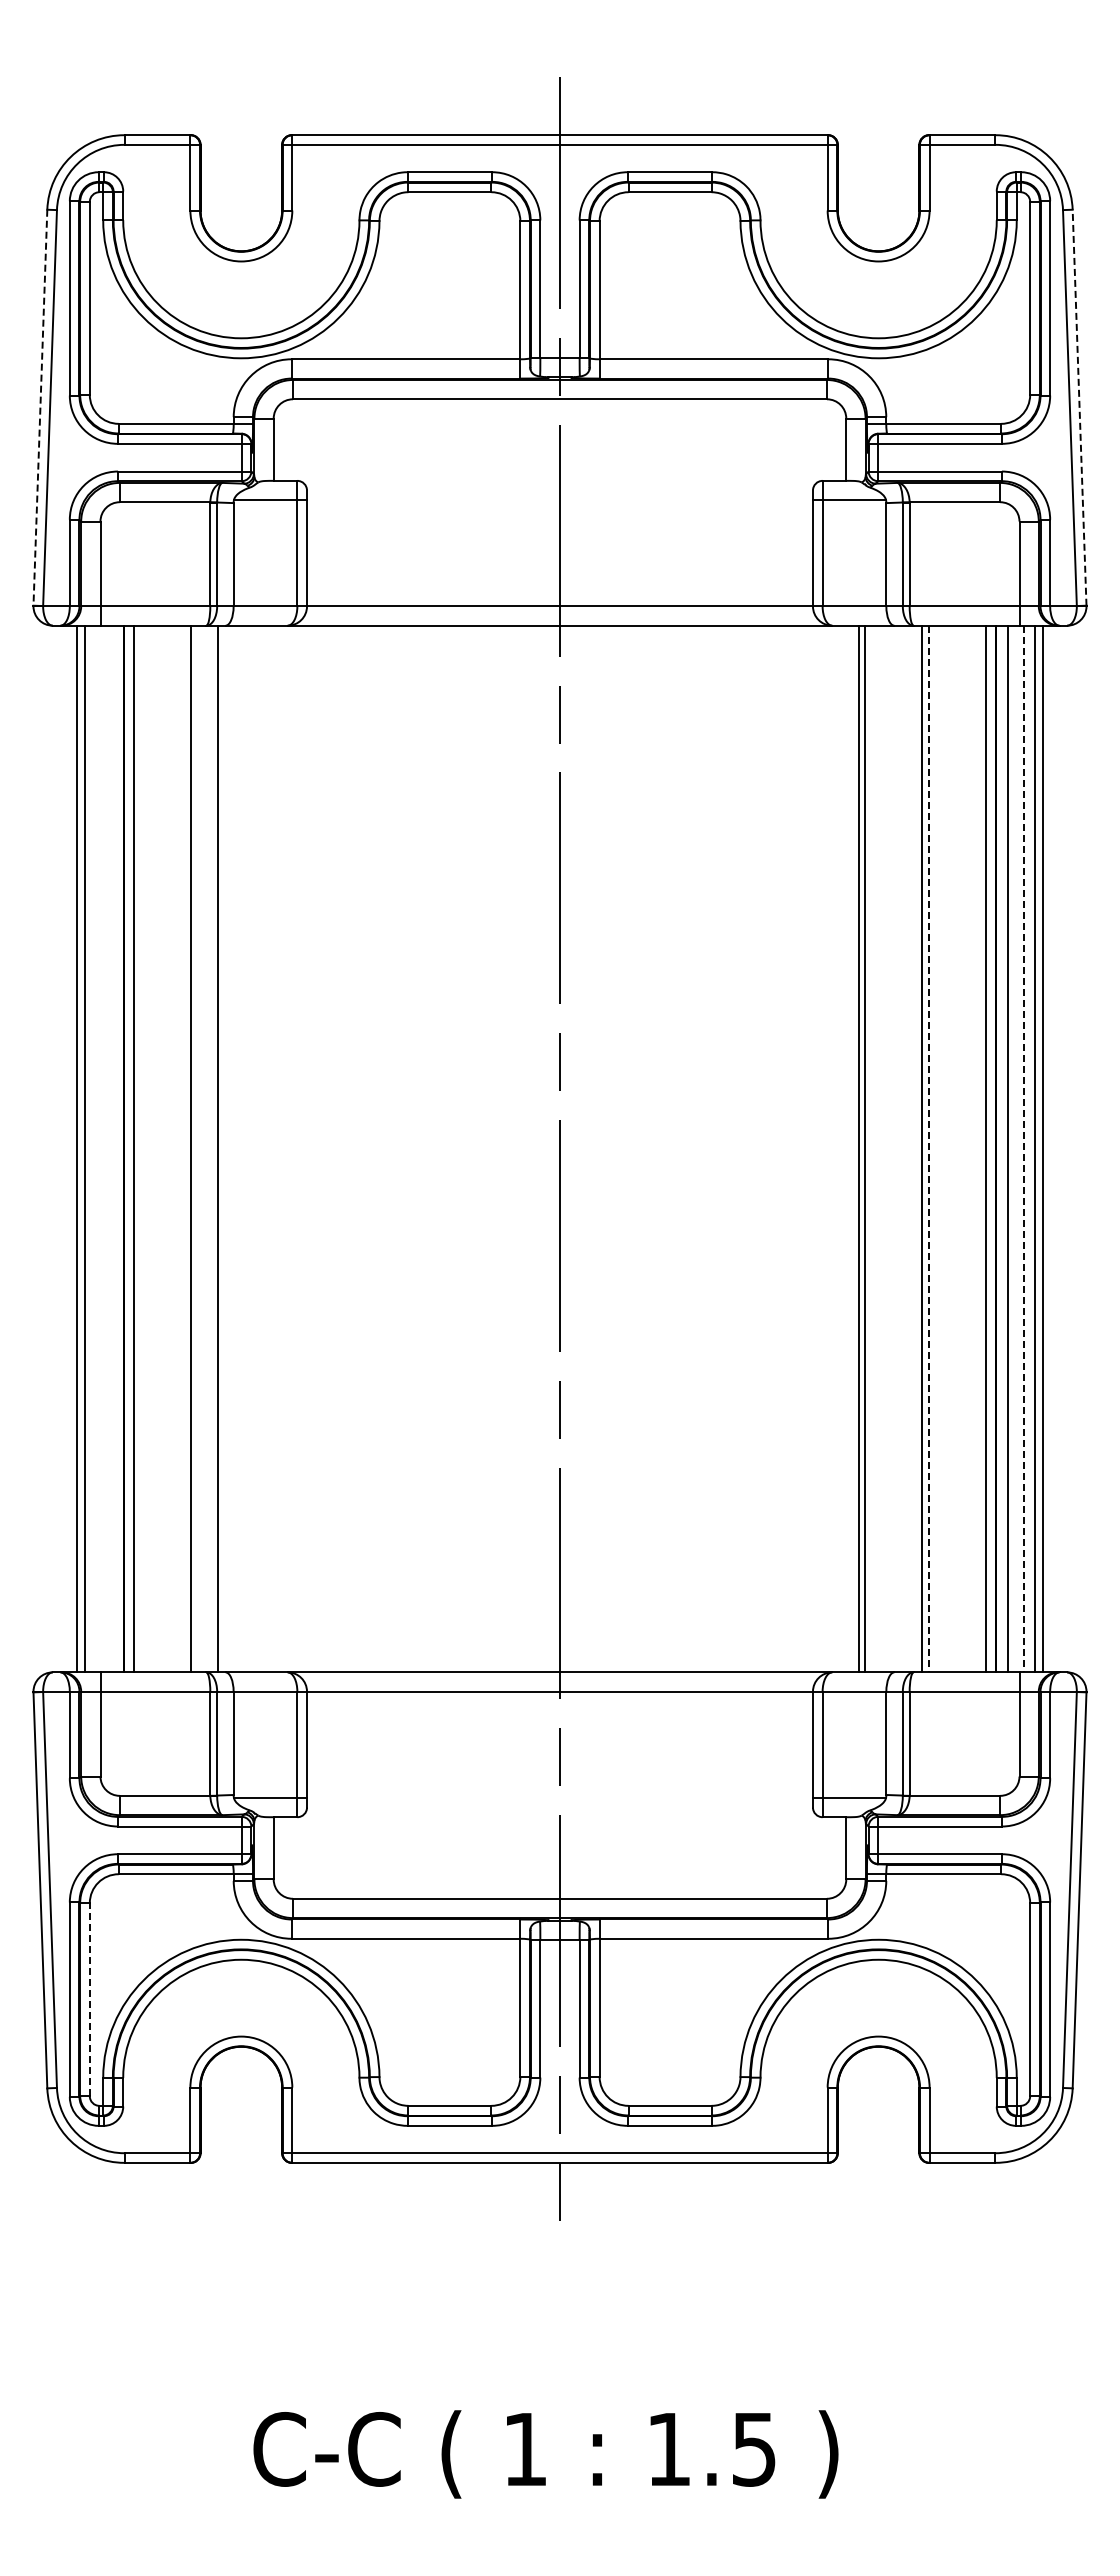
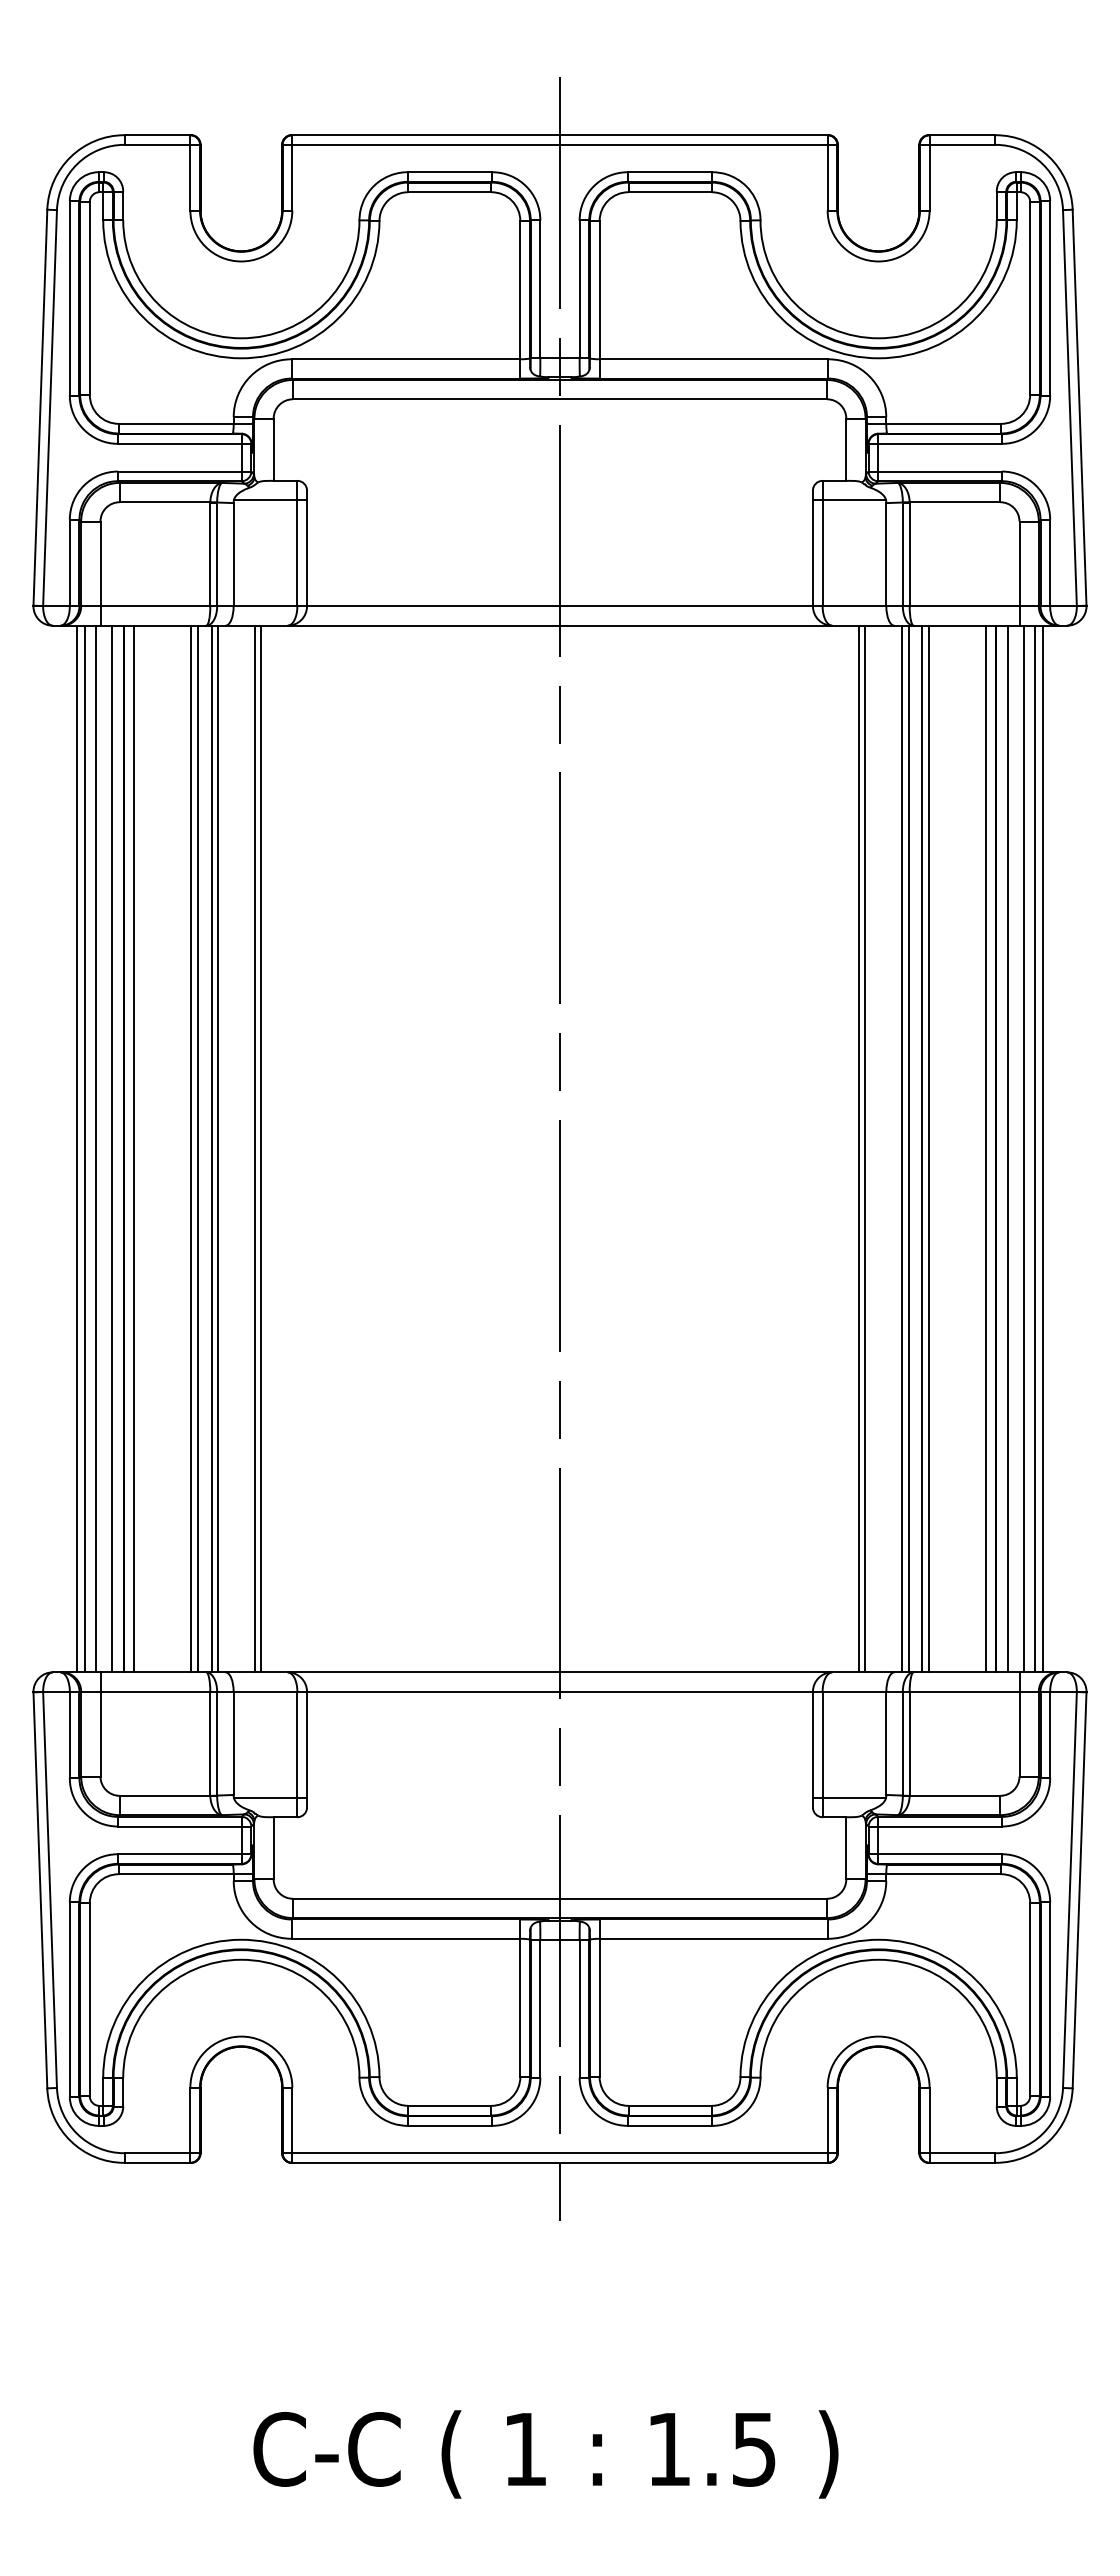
line at (1079, 407): dashed -> solid
line at (40, 408): dashed -> solid
line at (96, 1148): none -> present
line at (111, 1148): none -> present
line at (197, 1148): none -> present
line at (211, 1148): none -> present
line at (254, 1148): none -> present
line at (260, 1148): none -> present
line at (901, 1148): none -> present
line at (908, 1148): none -> present
line at (928, 1149): dashed -> solid
line at (1023, 1149): dashed -> solid
line at (89, 1999): dashed -> solid
